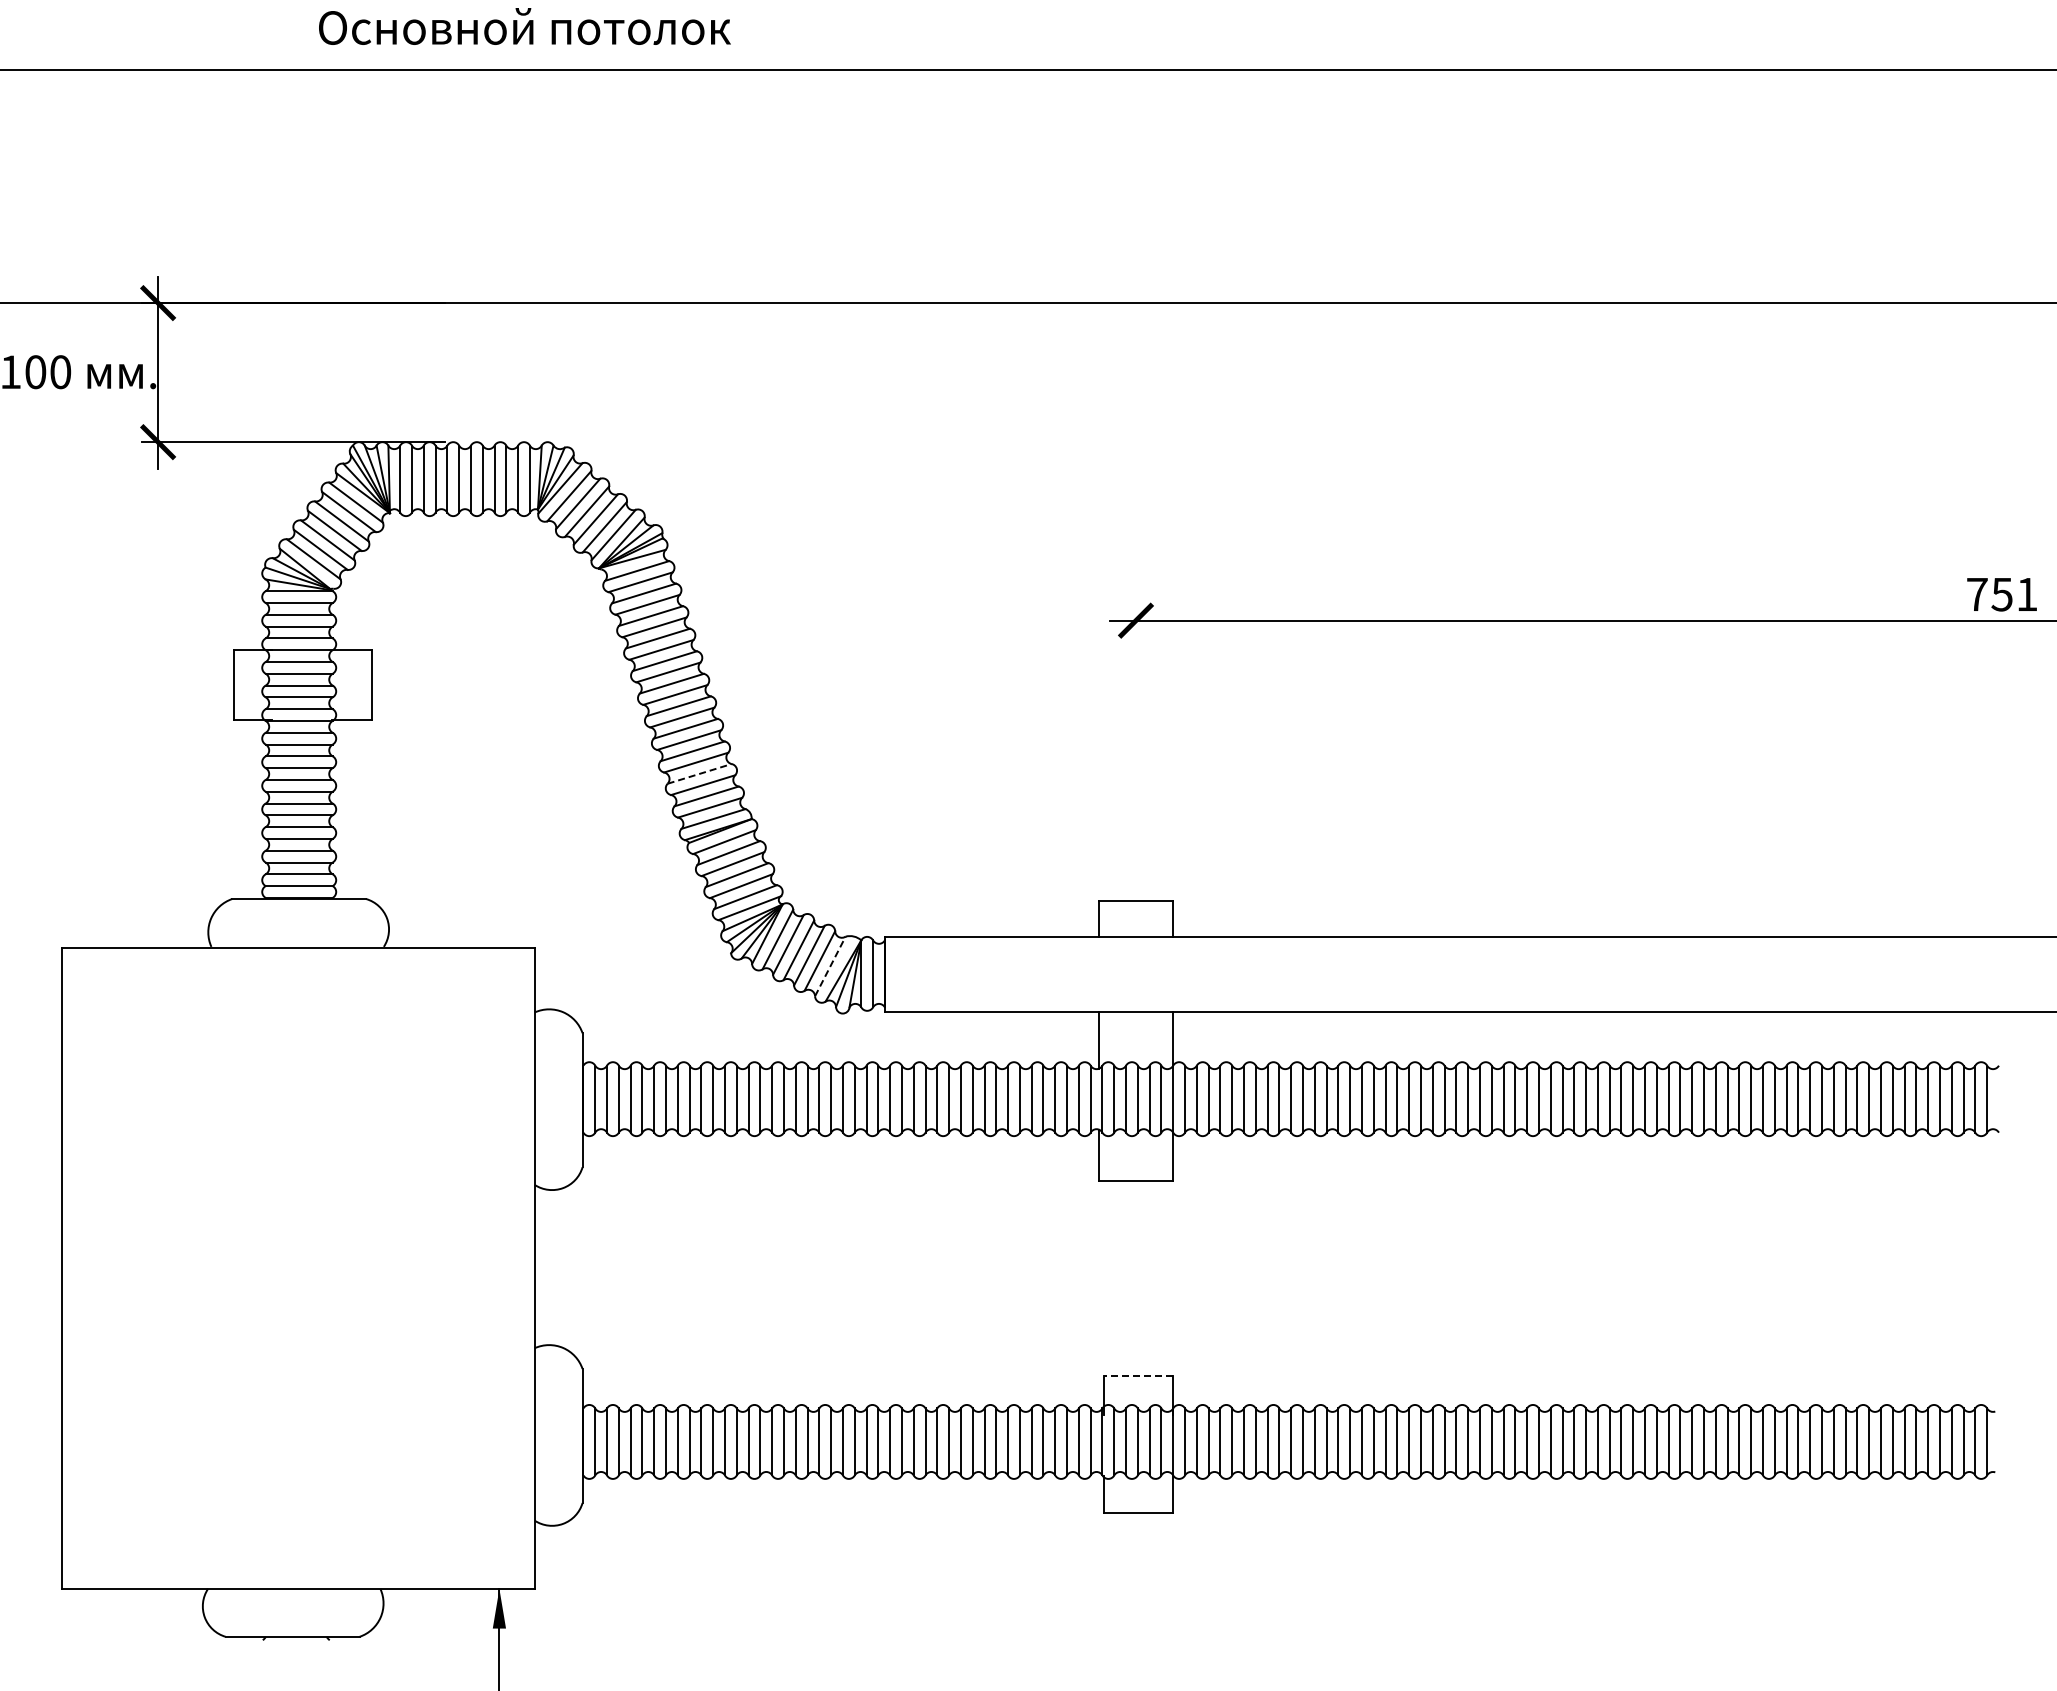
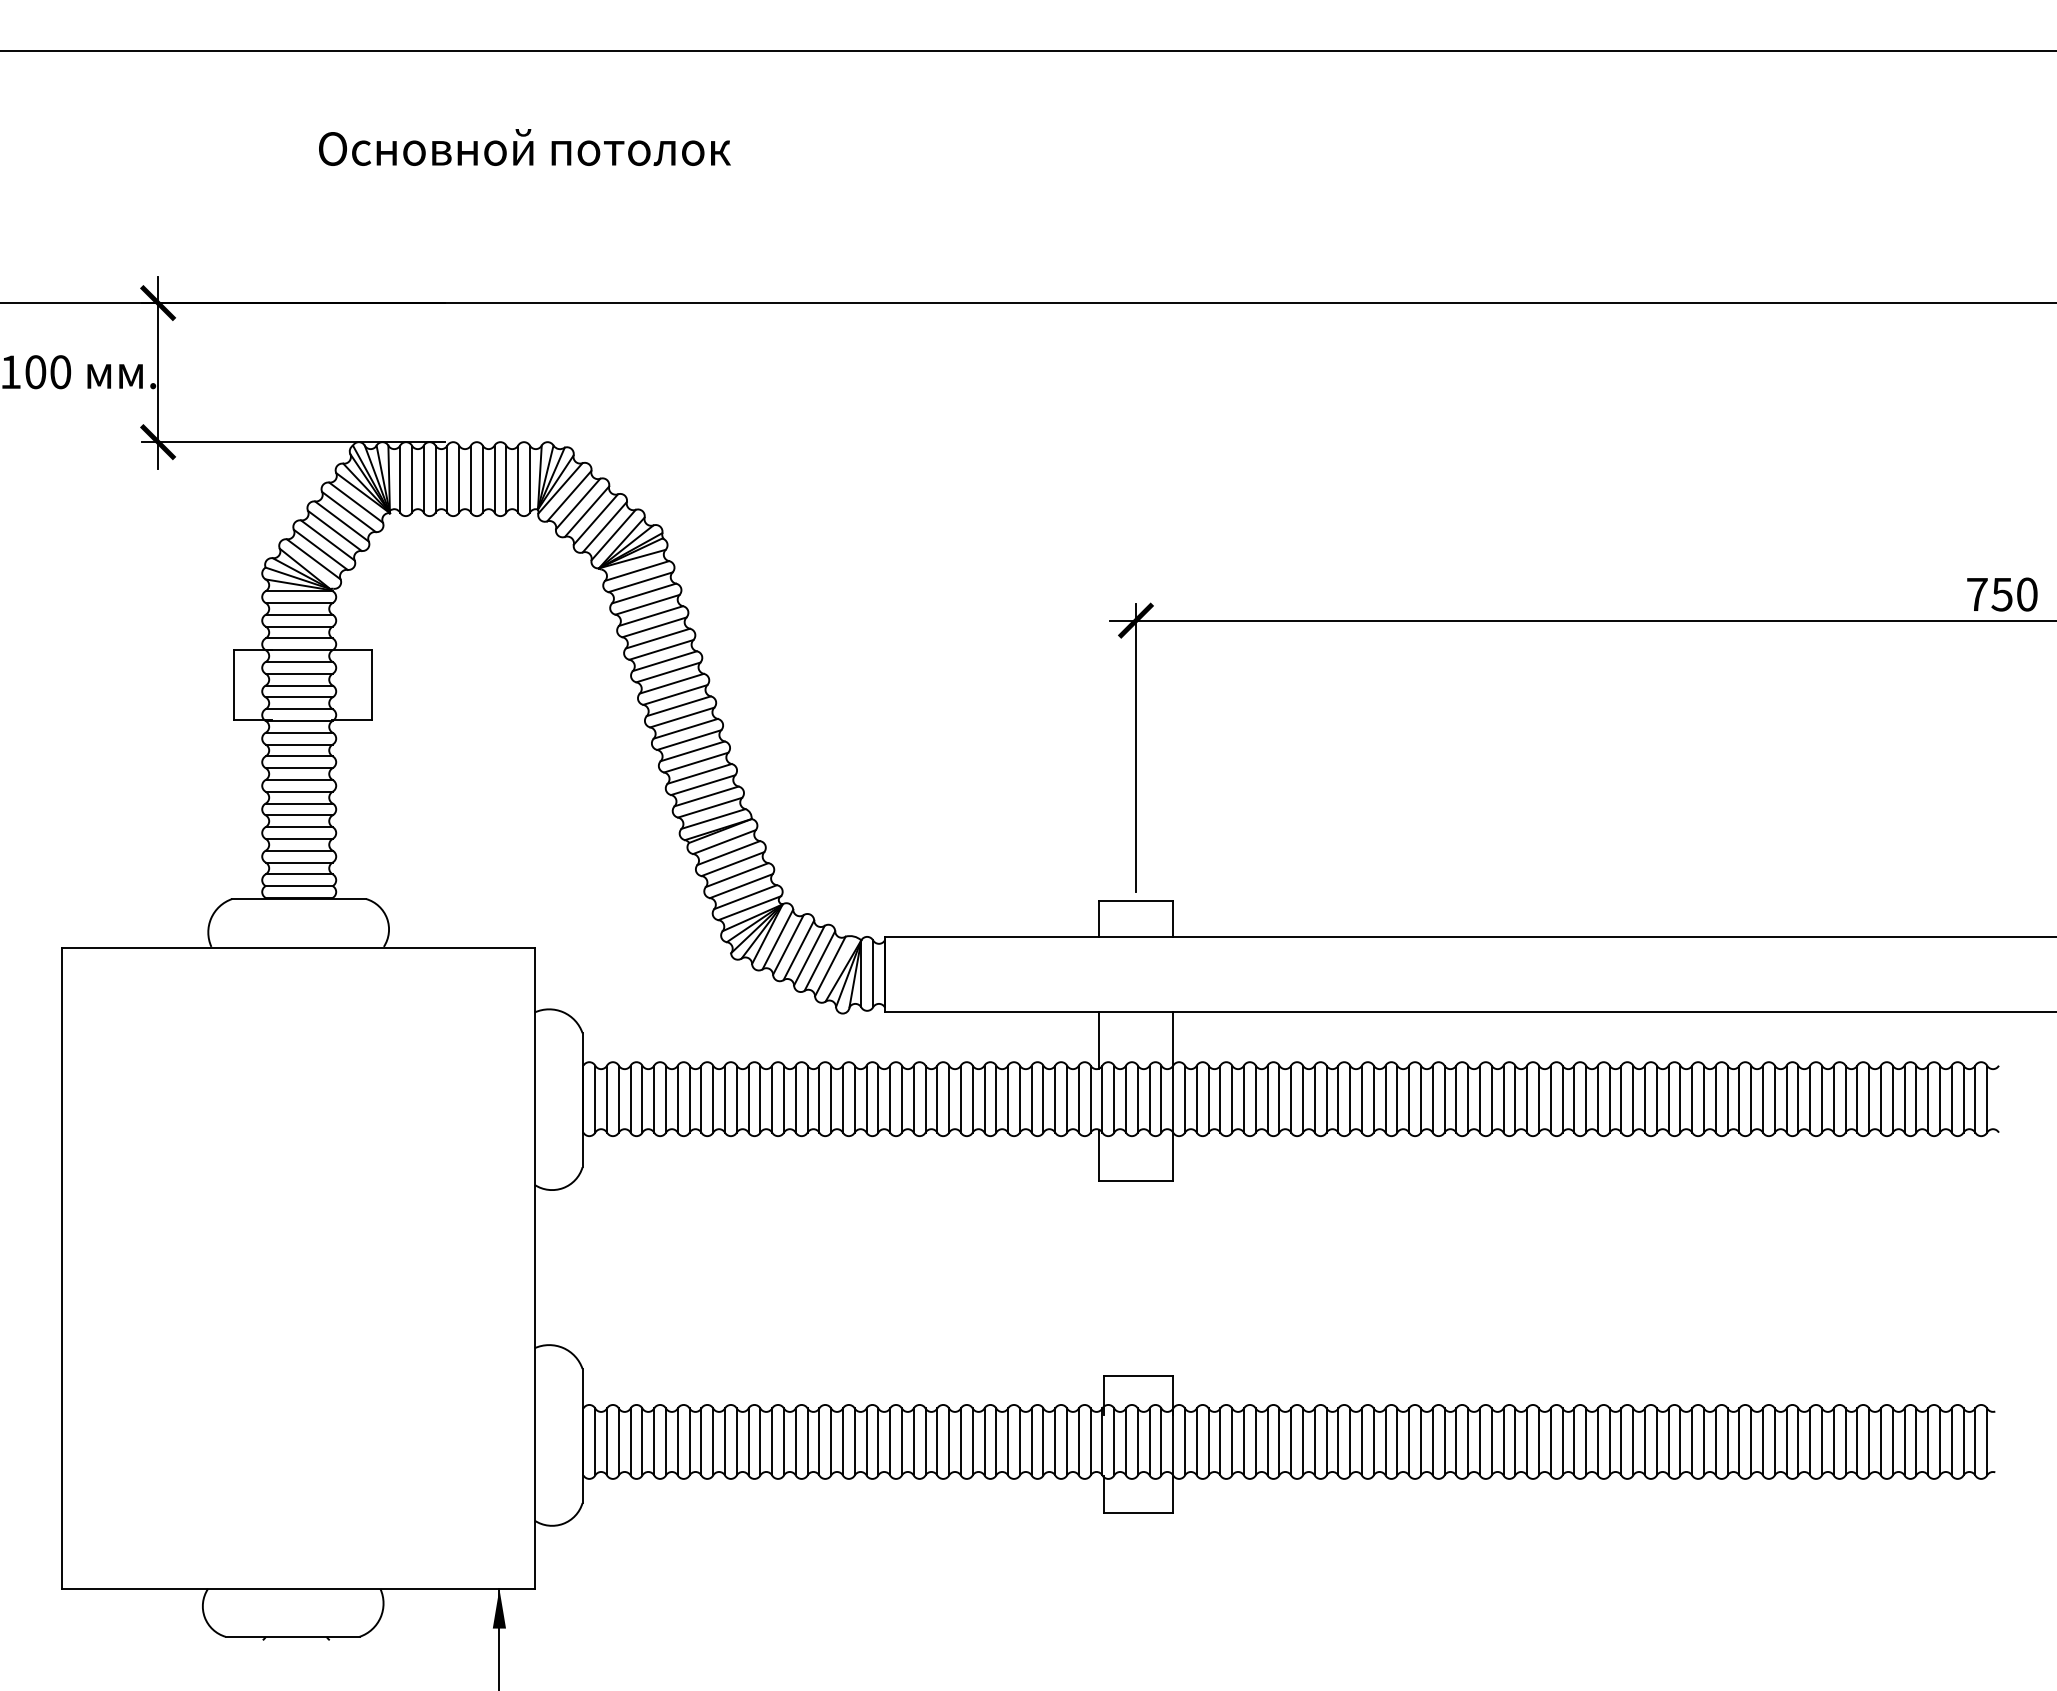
text at (524, 26) position: (524, 26) -> (524, 147)
line at (1027, 69) position: (1027, 69) -> (1027, 50)
text at (2027, 594): 751 -> 750
line at (1135, 748): none -> present
line at (699, 773): dashed -> solid
line at (830, 966): dashed -> solid
line at (1138, 1375): dashed -> solid
